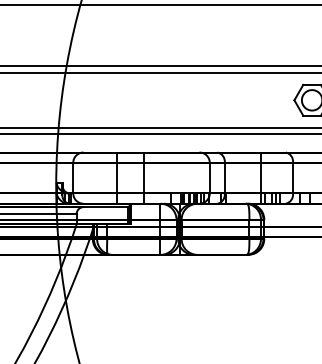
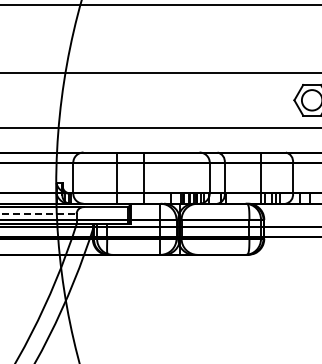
line at (160, 66): present -> none
line at (160, 134): present -> none
line at (38, 213): solid -> dashed
